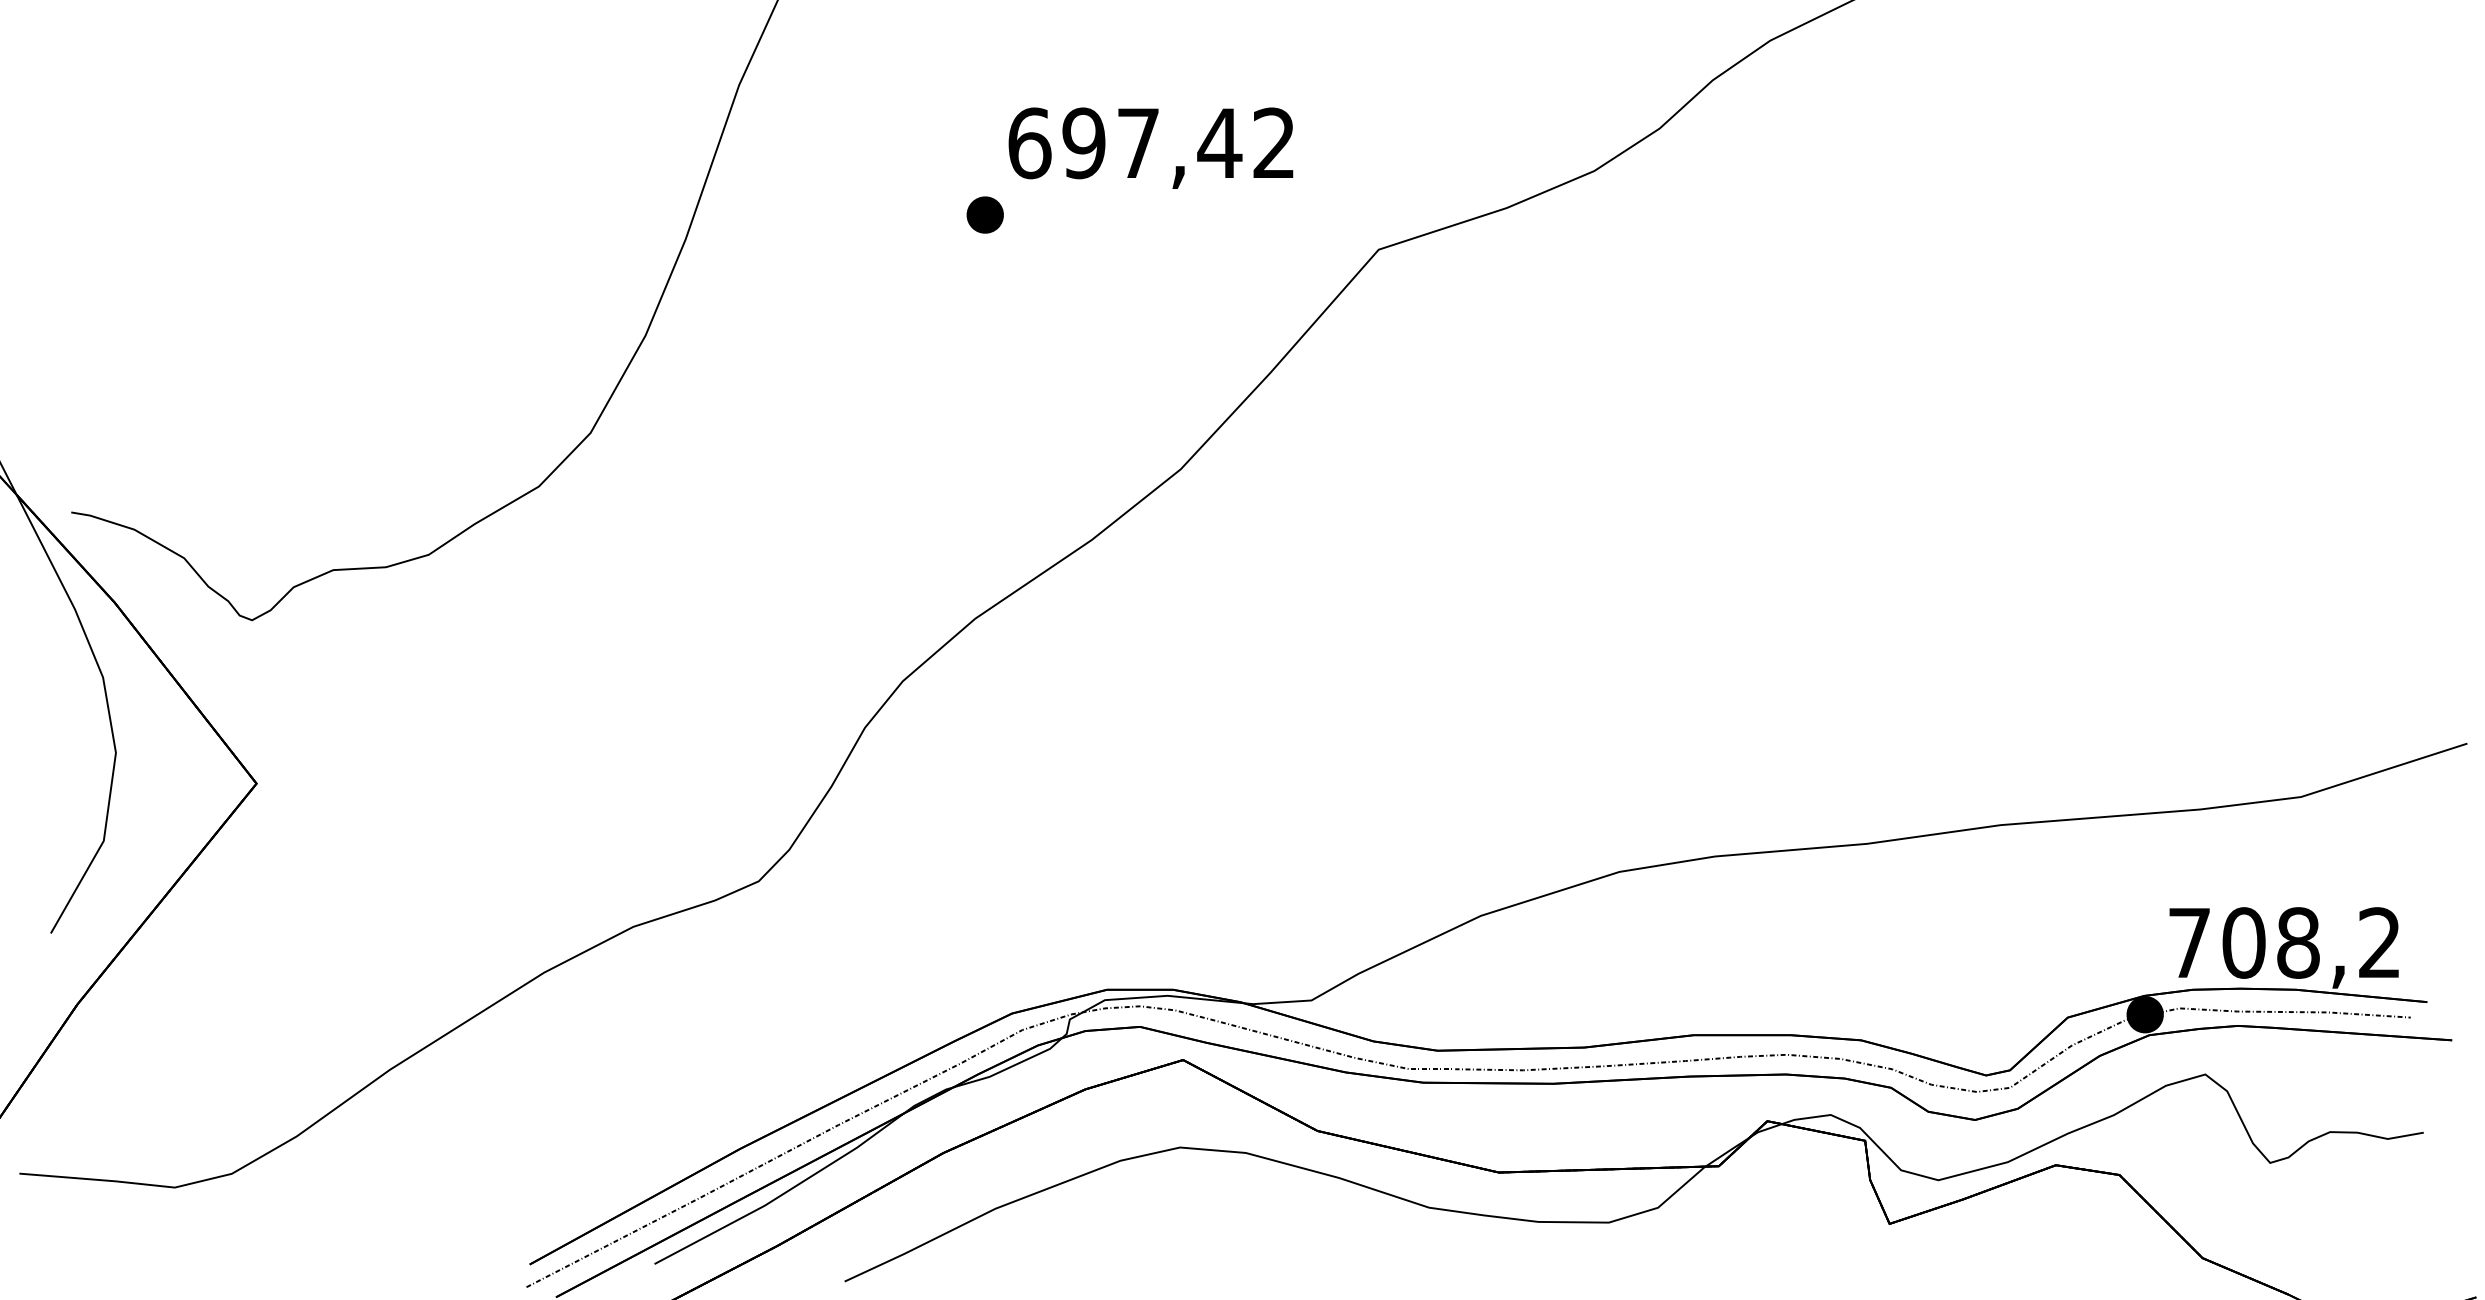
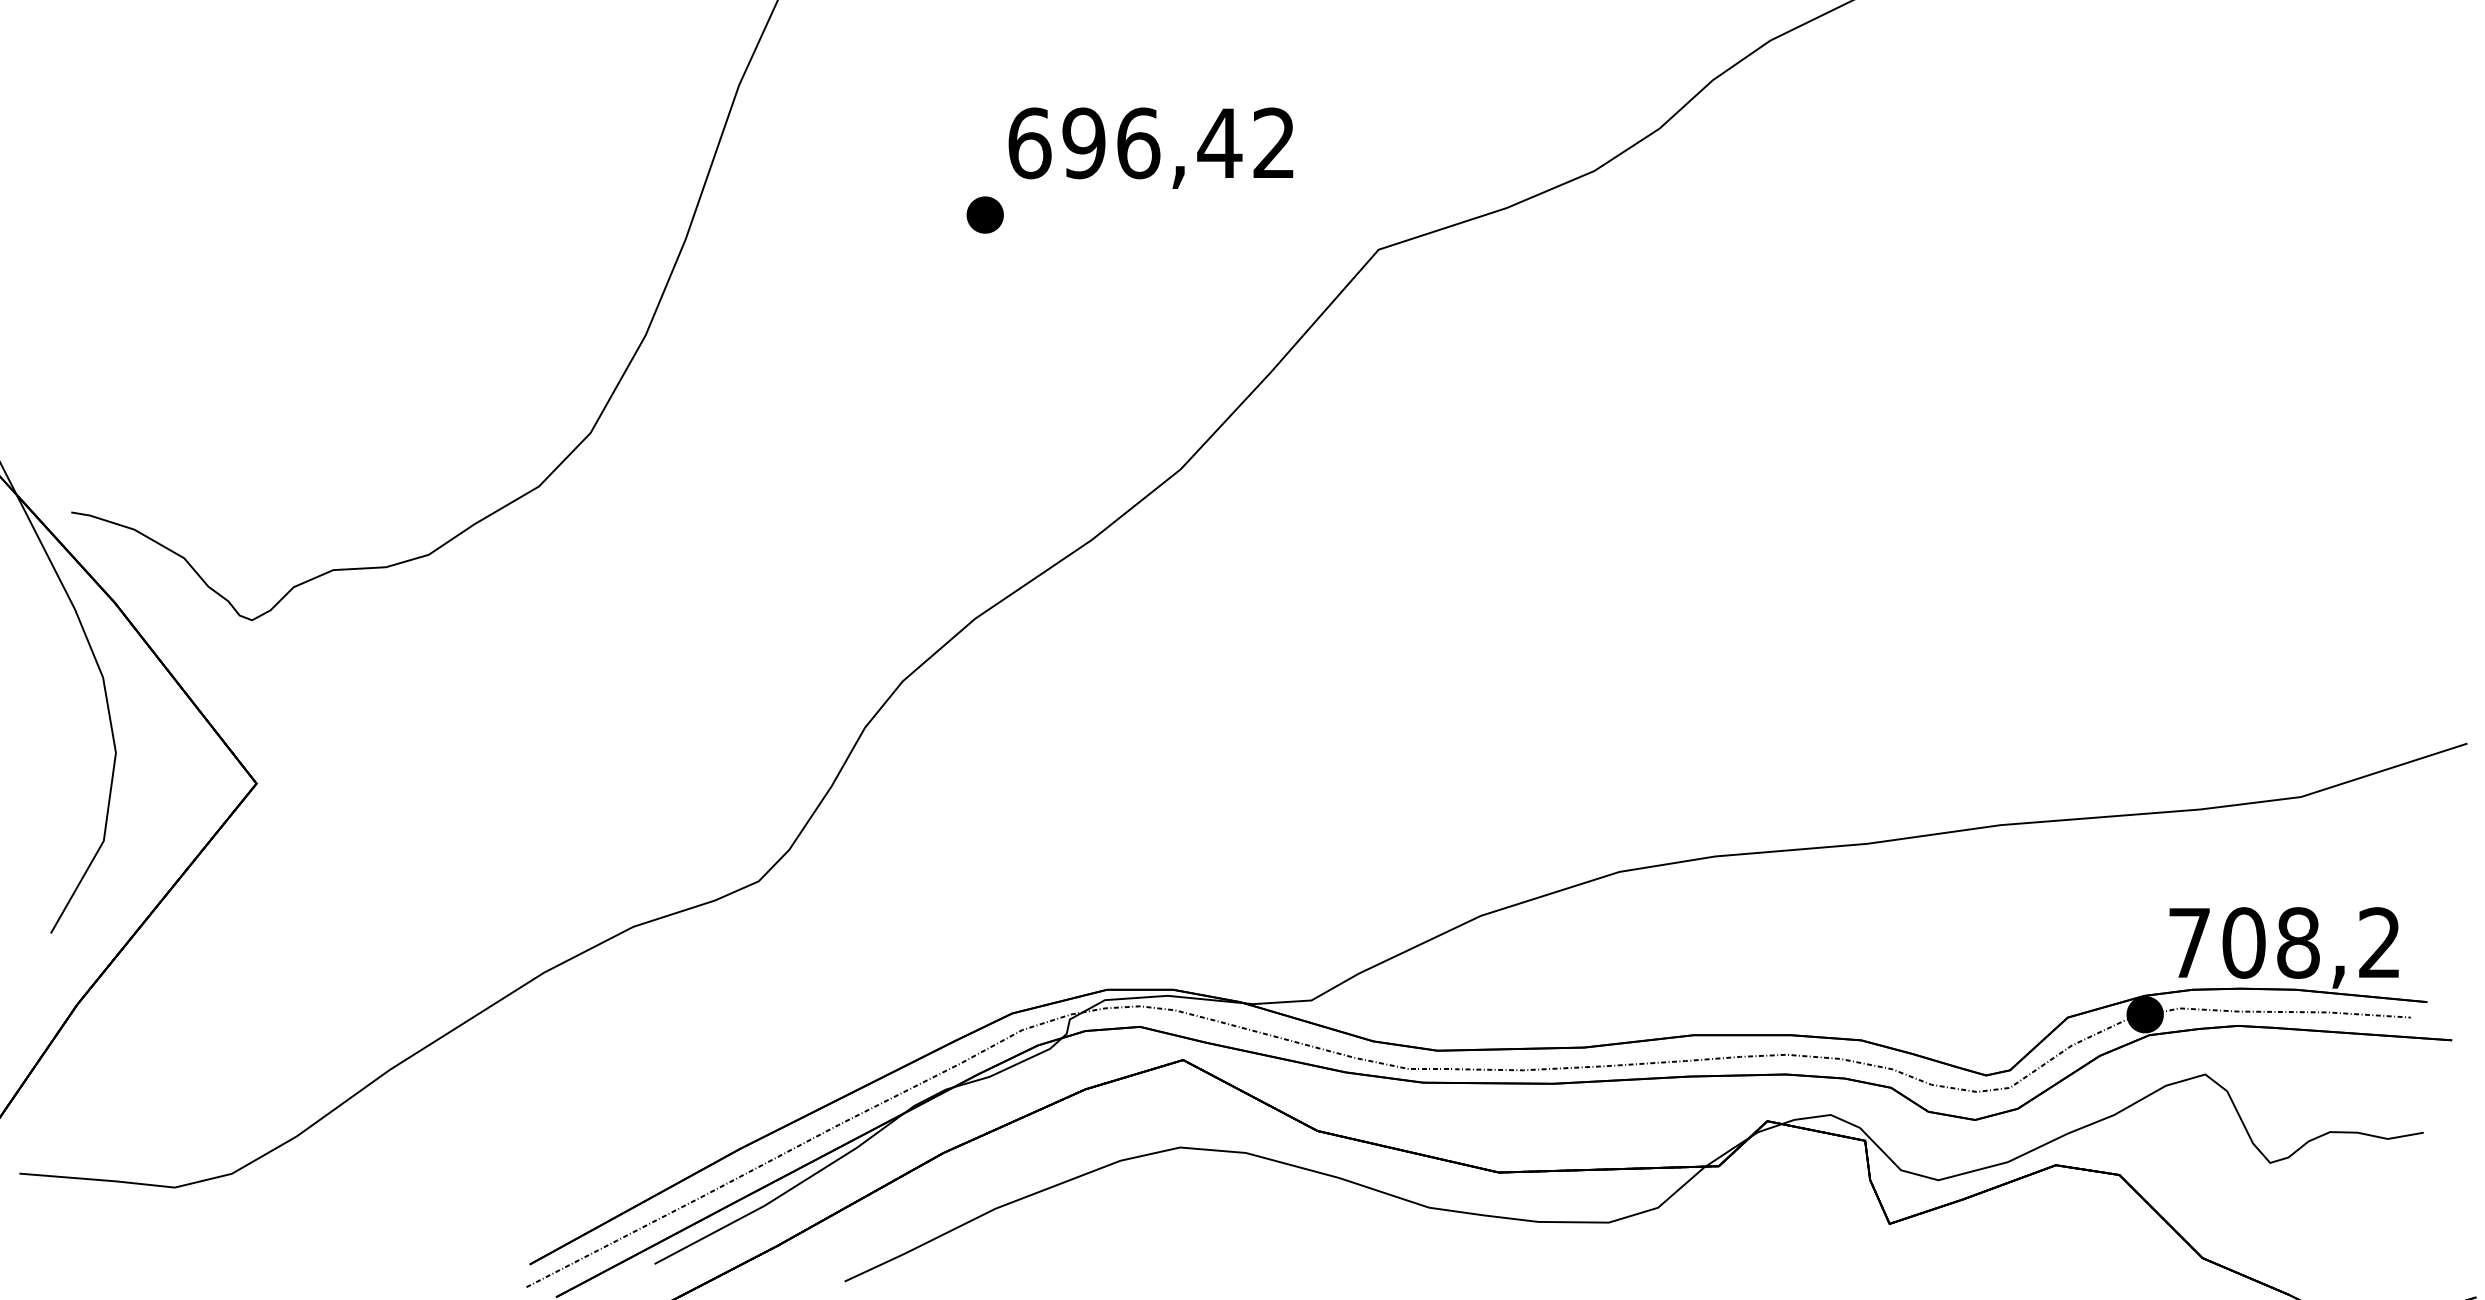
text at (1138, 143): 697,42 -> 696,42
